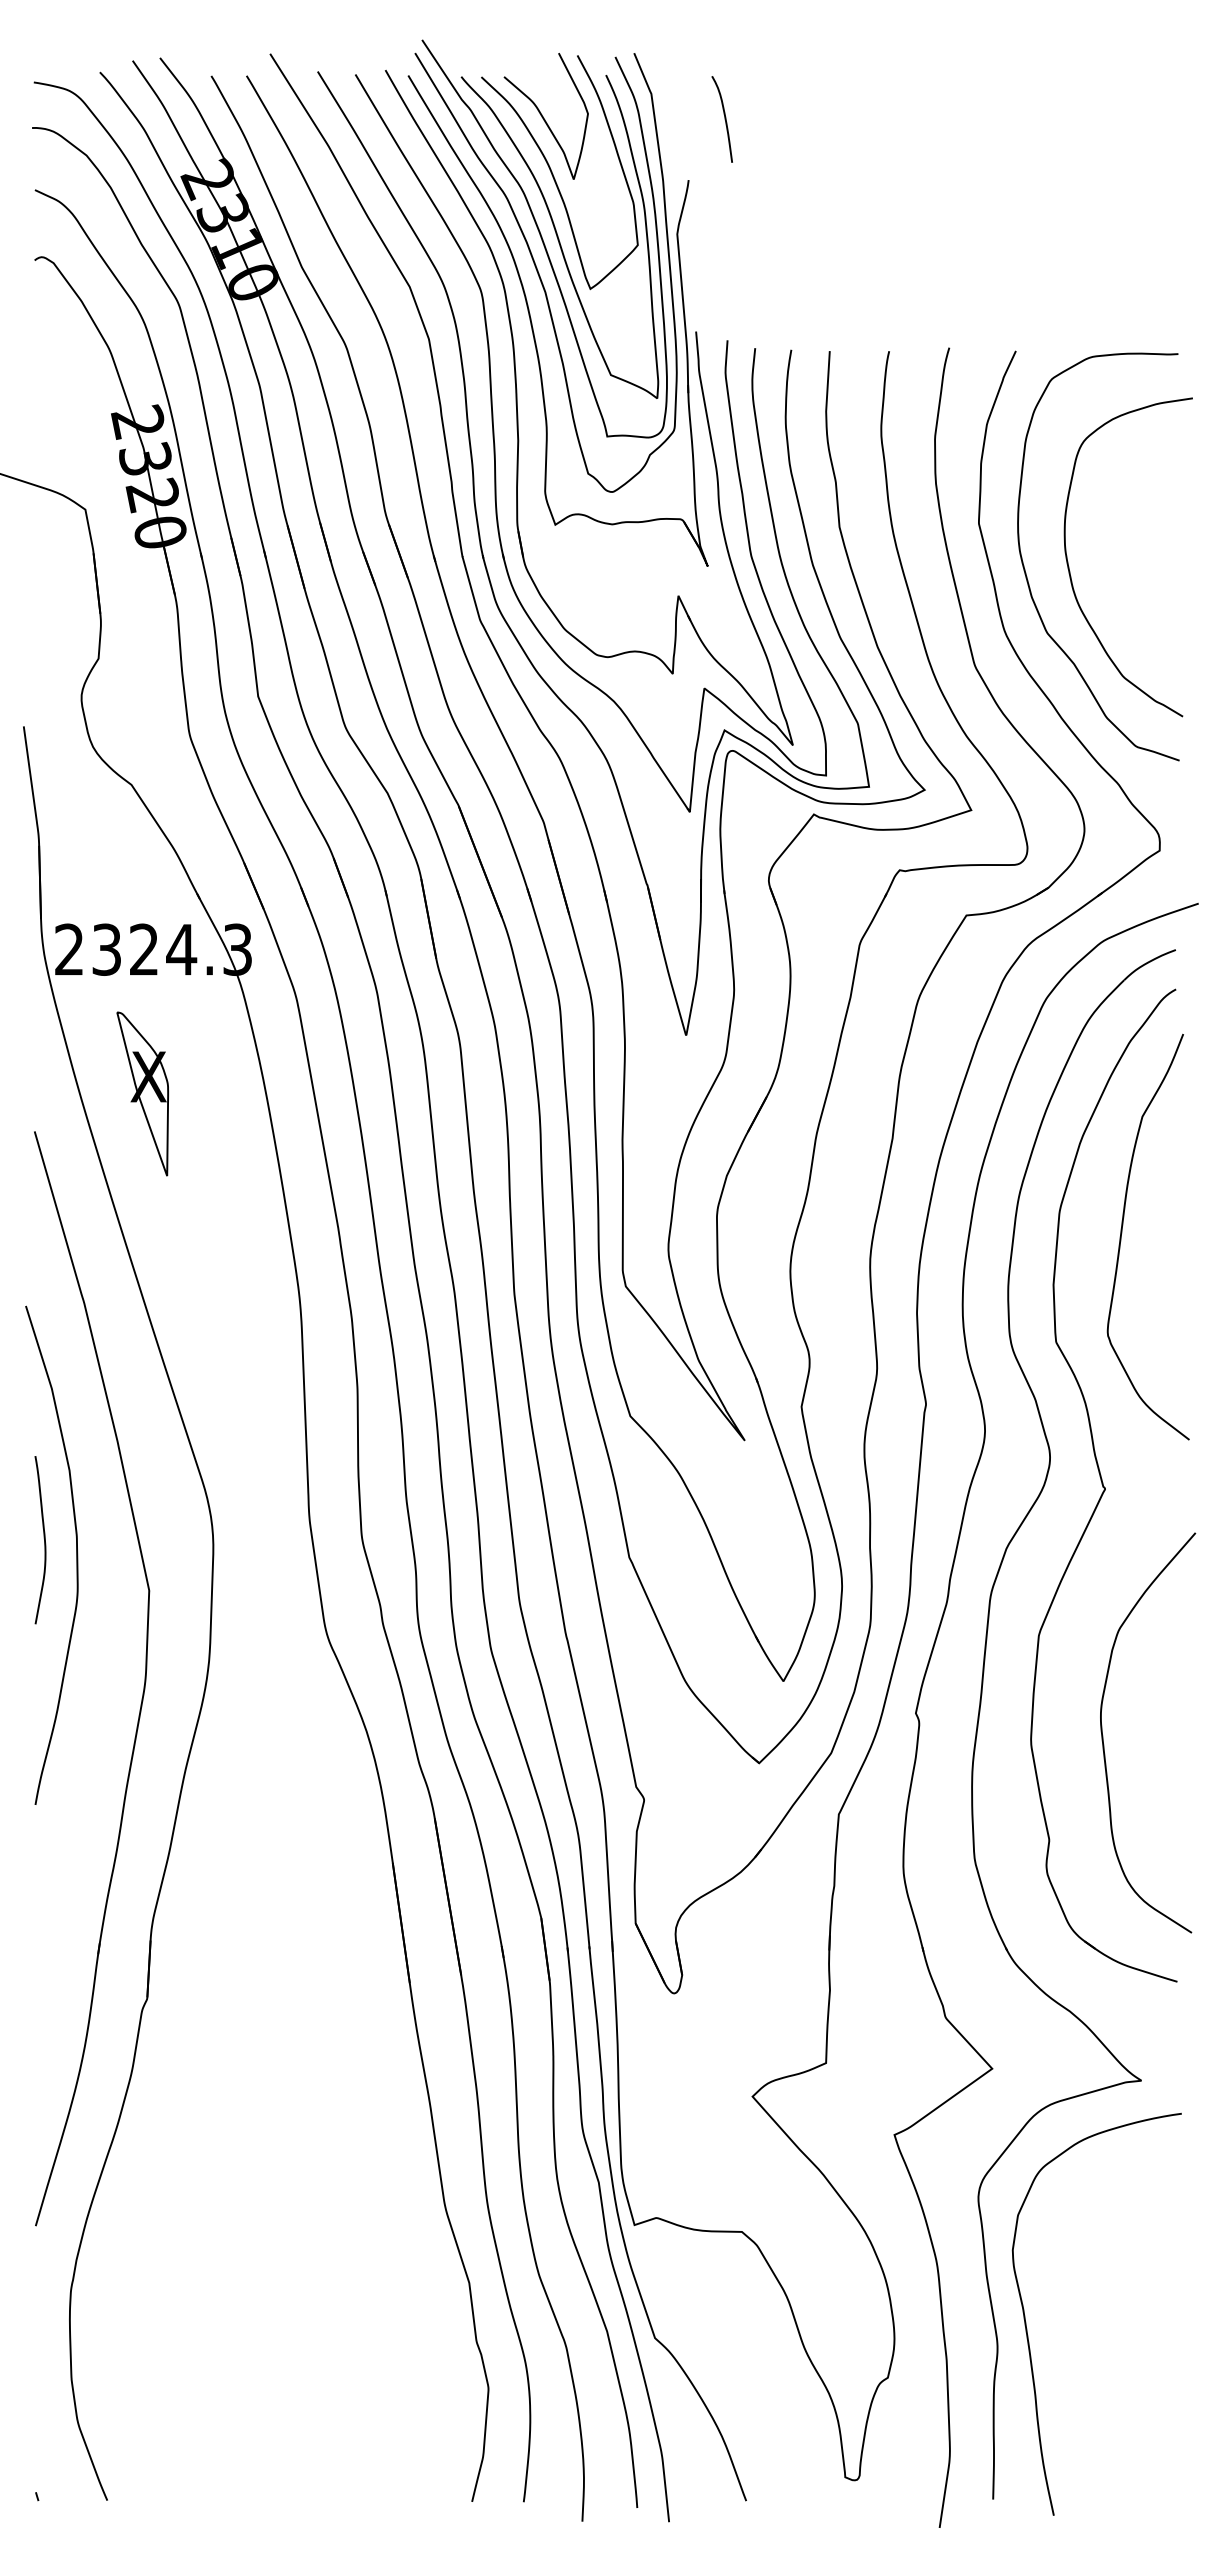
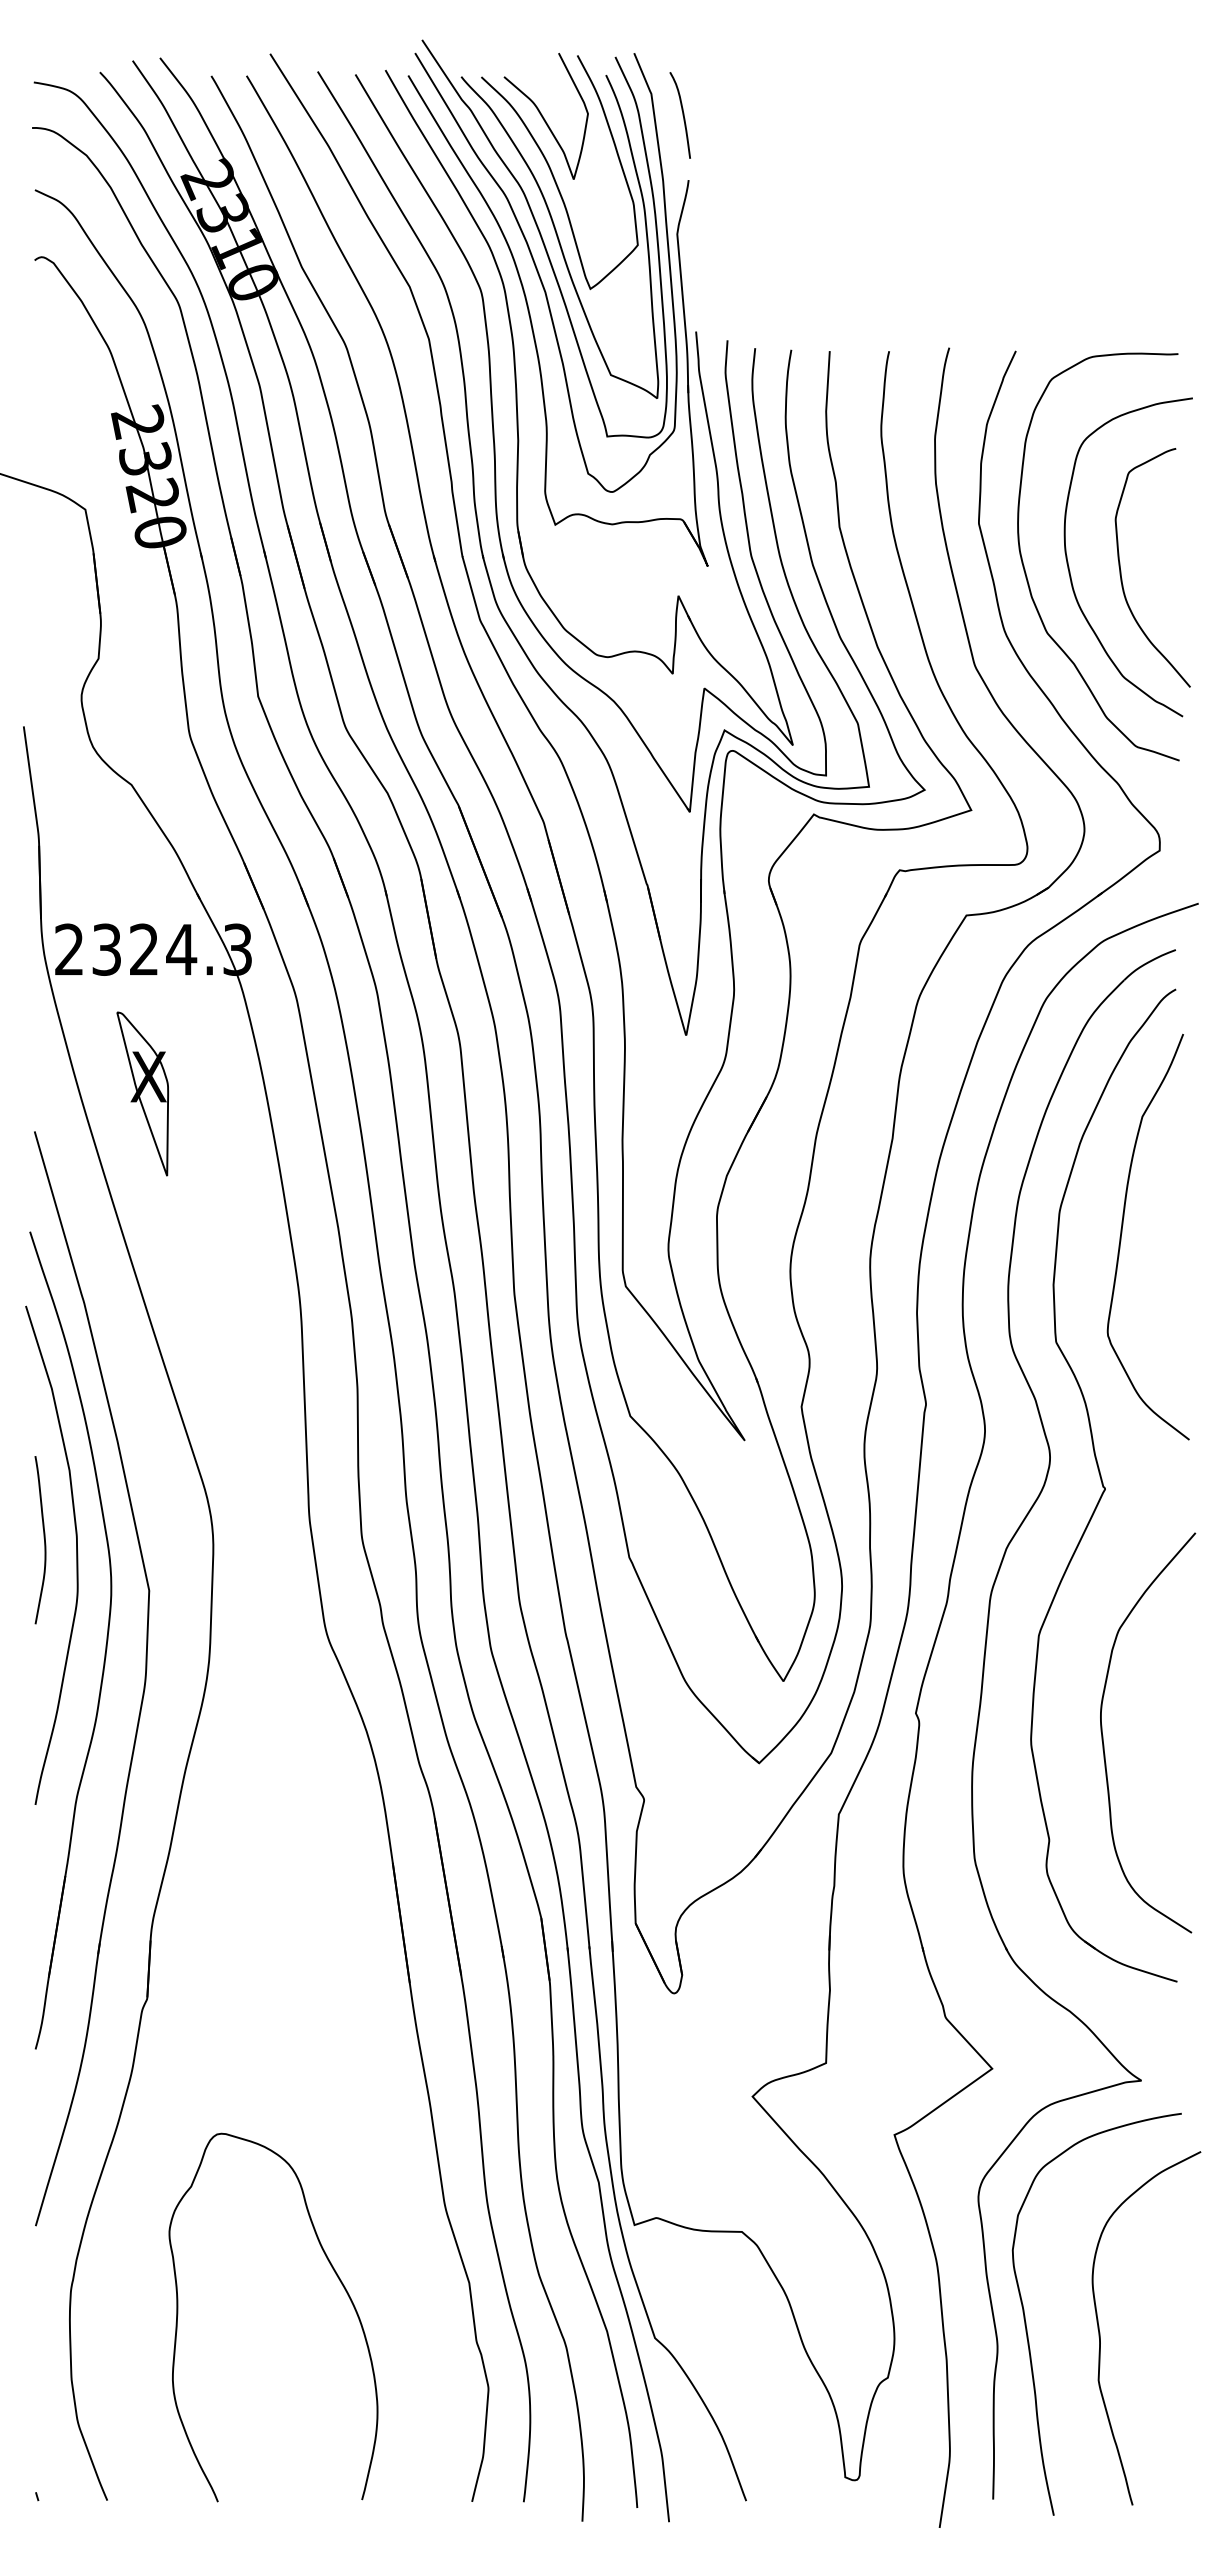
curve at (724, 119) position: (724, 119) -> (682, 115)
curve at (1121, 570): none -> present
part at (105, 1644): none -> present
curve at (338, 2279): none -> present
curve at (1100, 2332): none -> present
